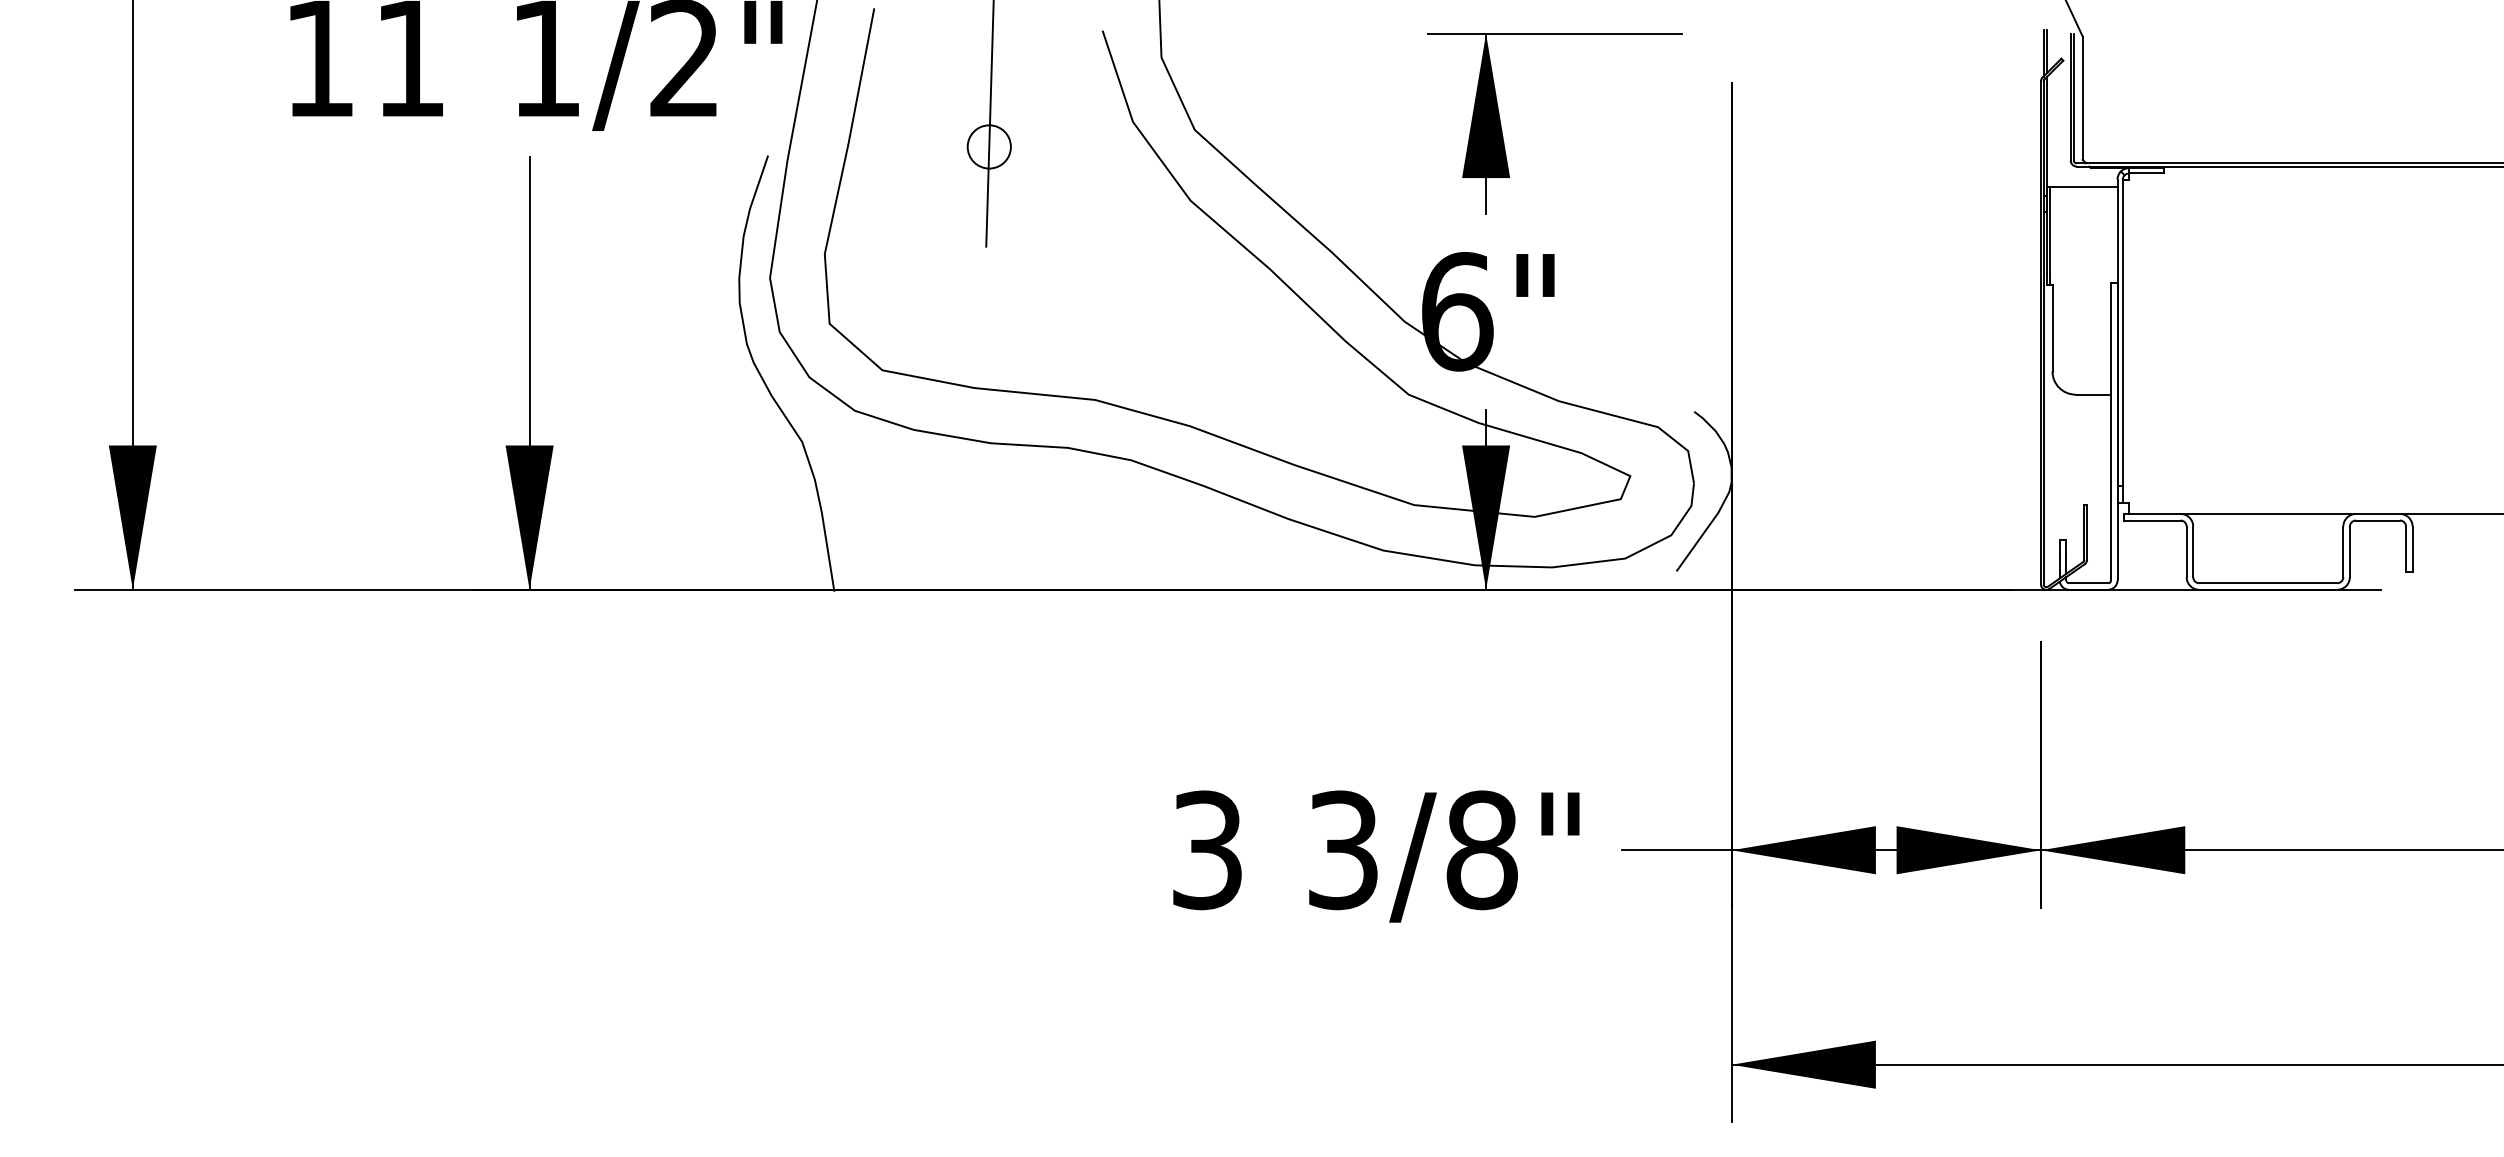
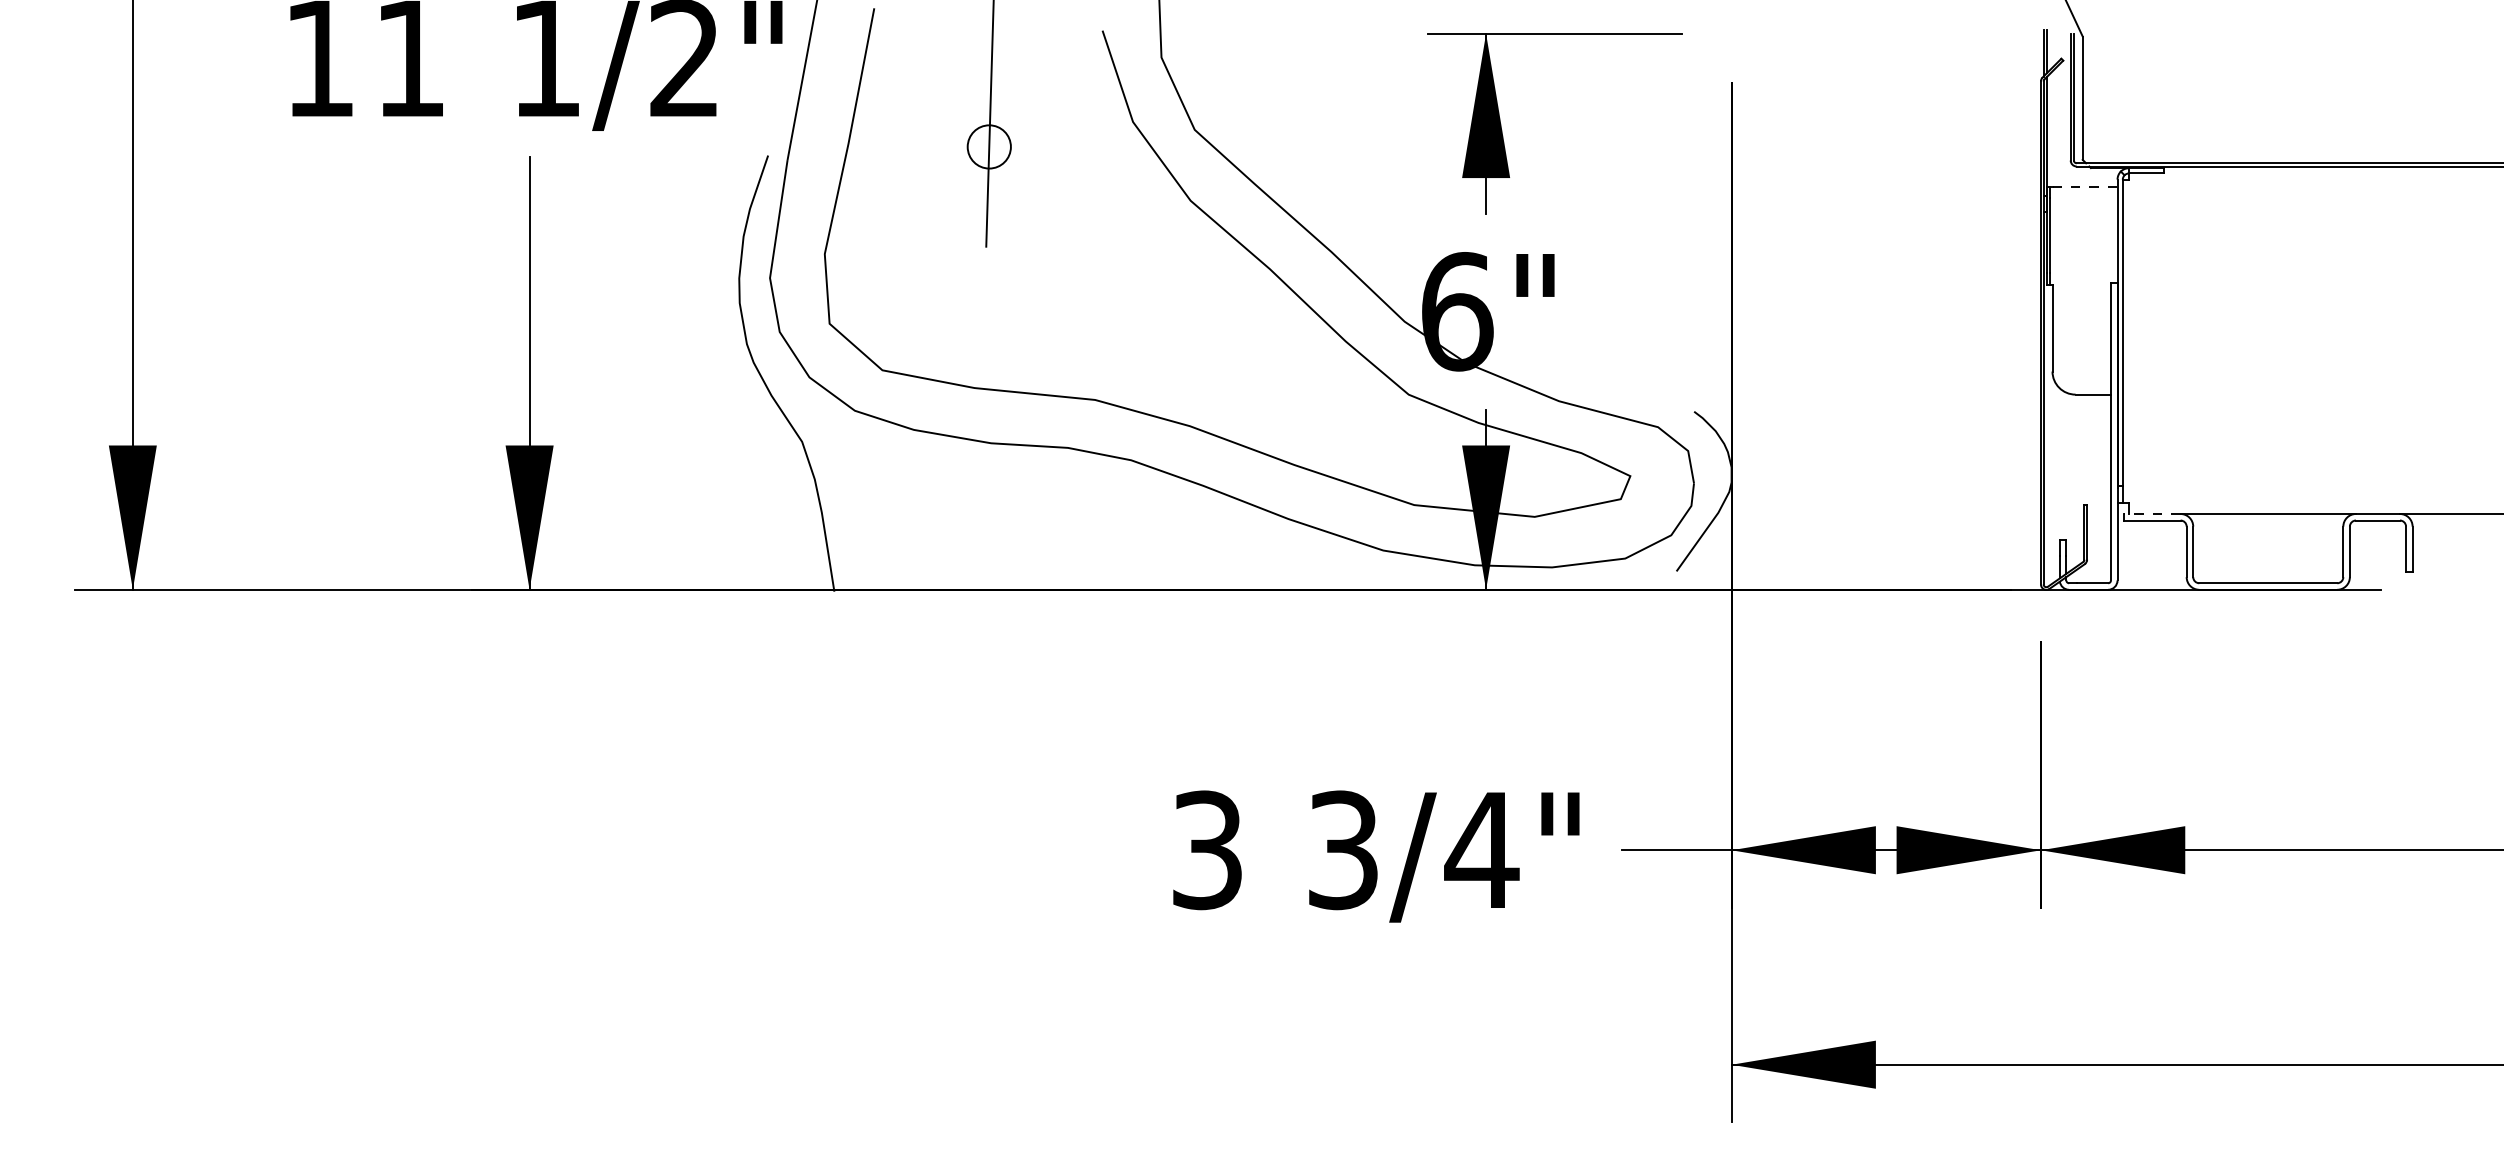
line at (2085, 186): solid -> dashed
line at (2151, 513): solid -> dashed
text at (1481, 850): 3/8" -> 3/4"
